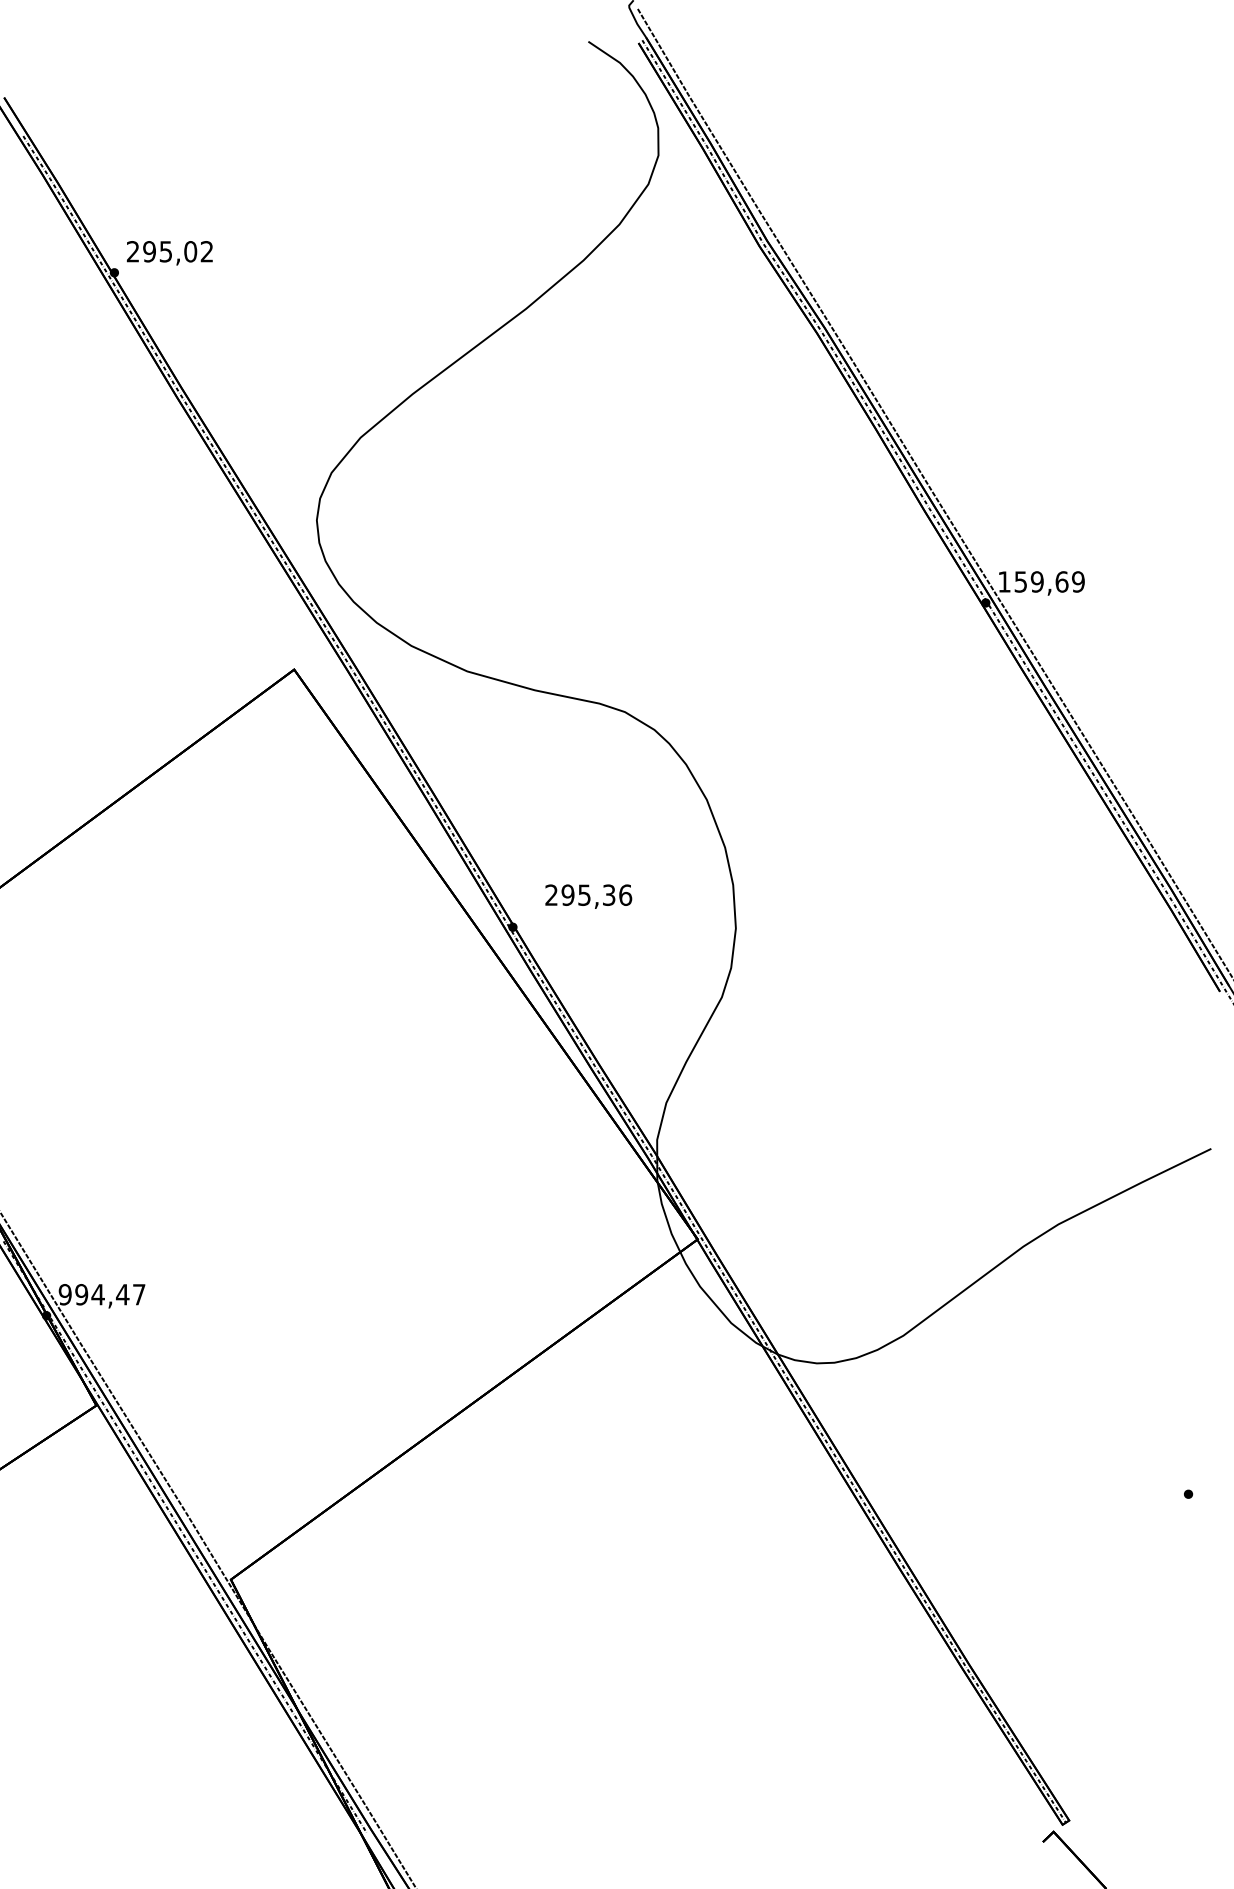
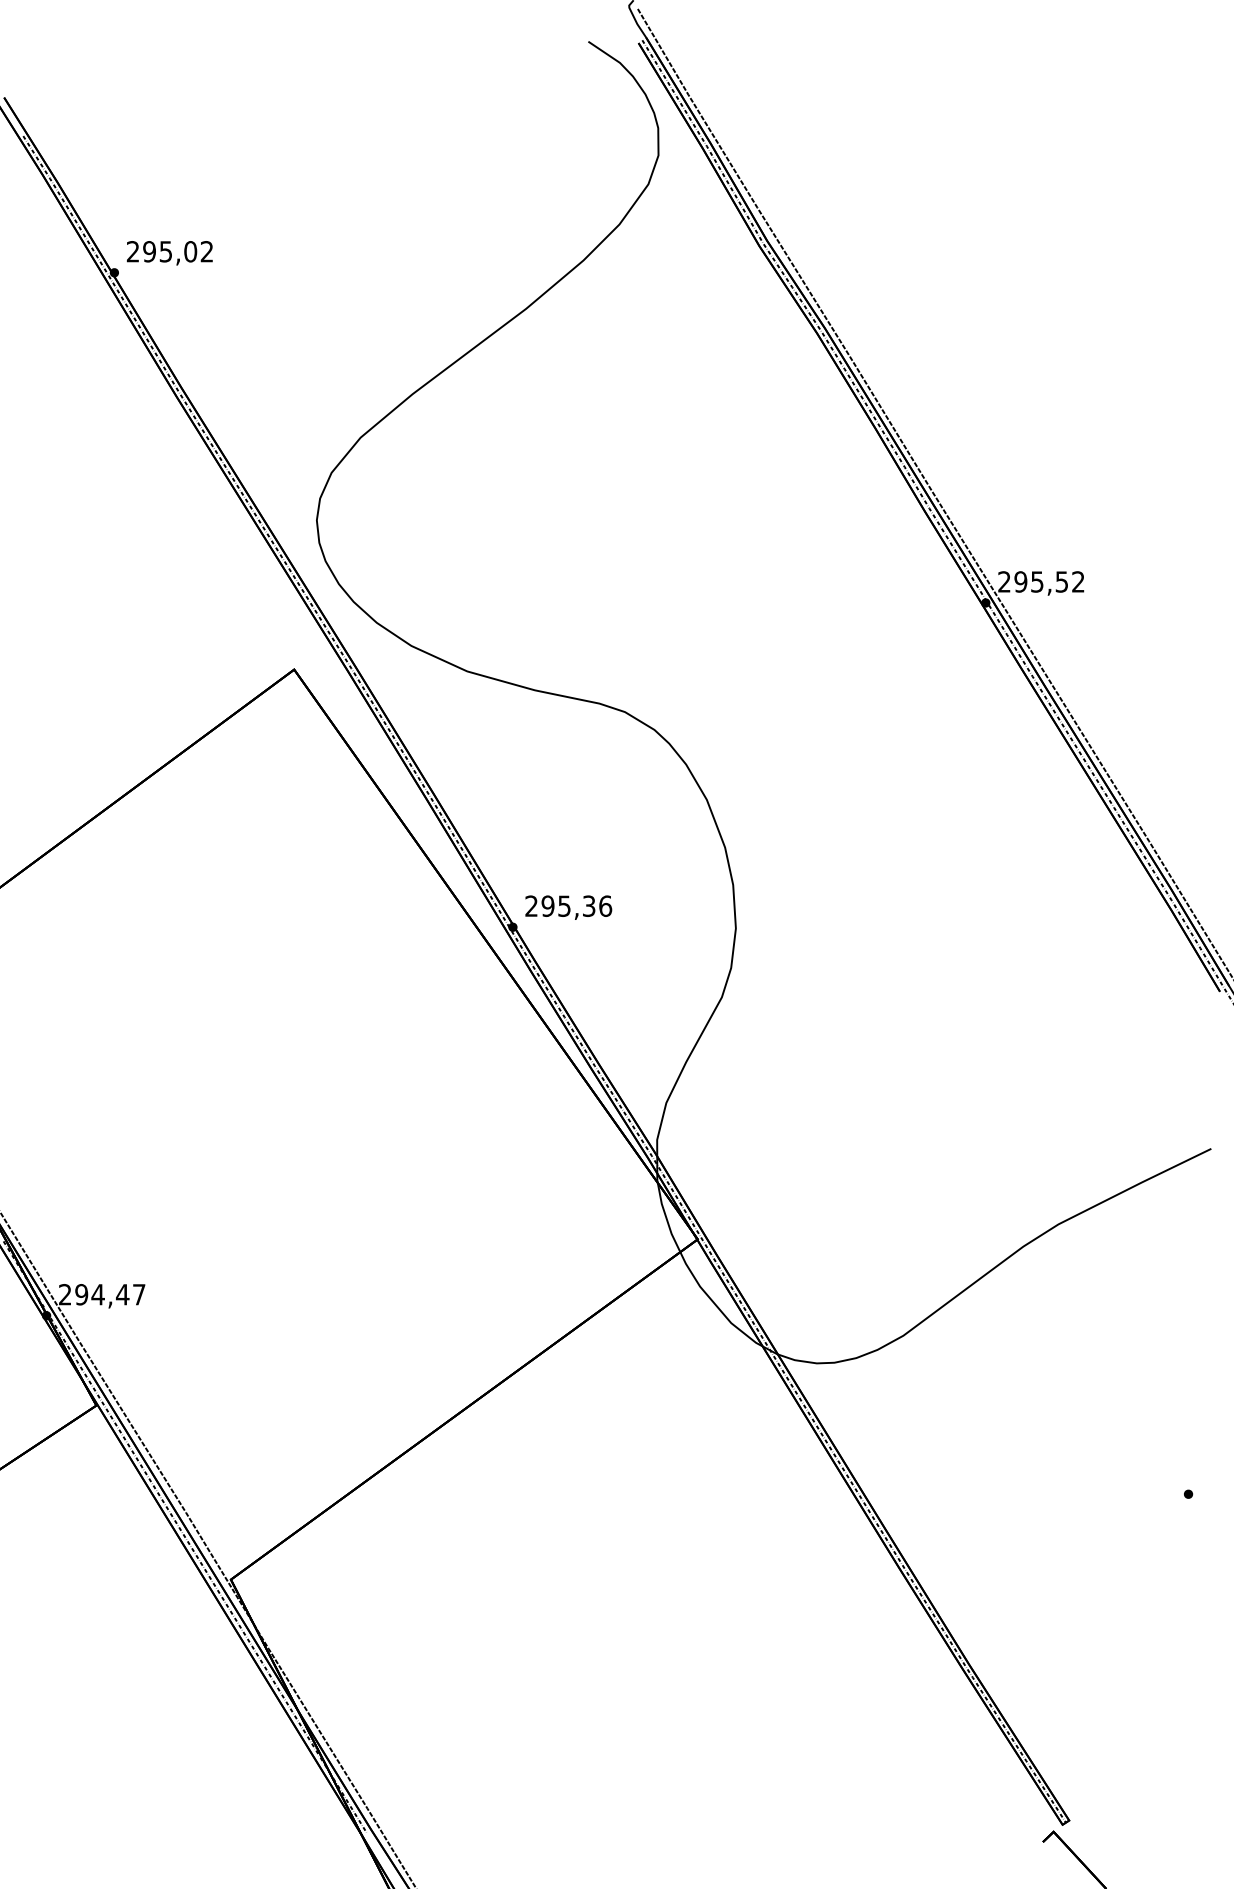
text at (1041, 581): 159,69 -> 295,52
text at (588, 896) position: (588, 896) -> (568, 907)
text at (64, 1294): 994,47 -> 294,47
